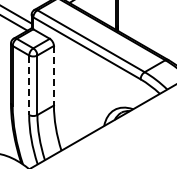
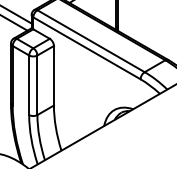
line at (53, 75): dashed -> solid
line at (29, 85): dashed -> solid
